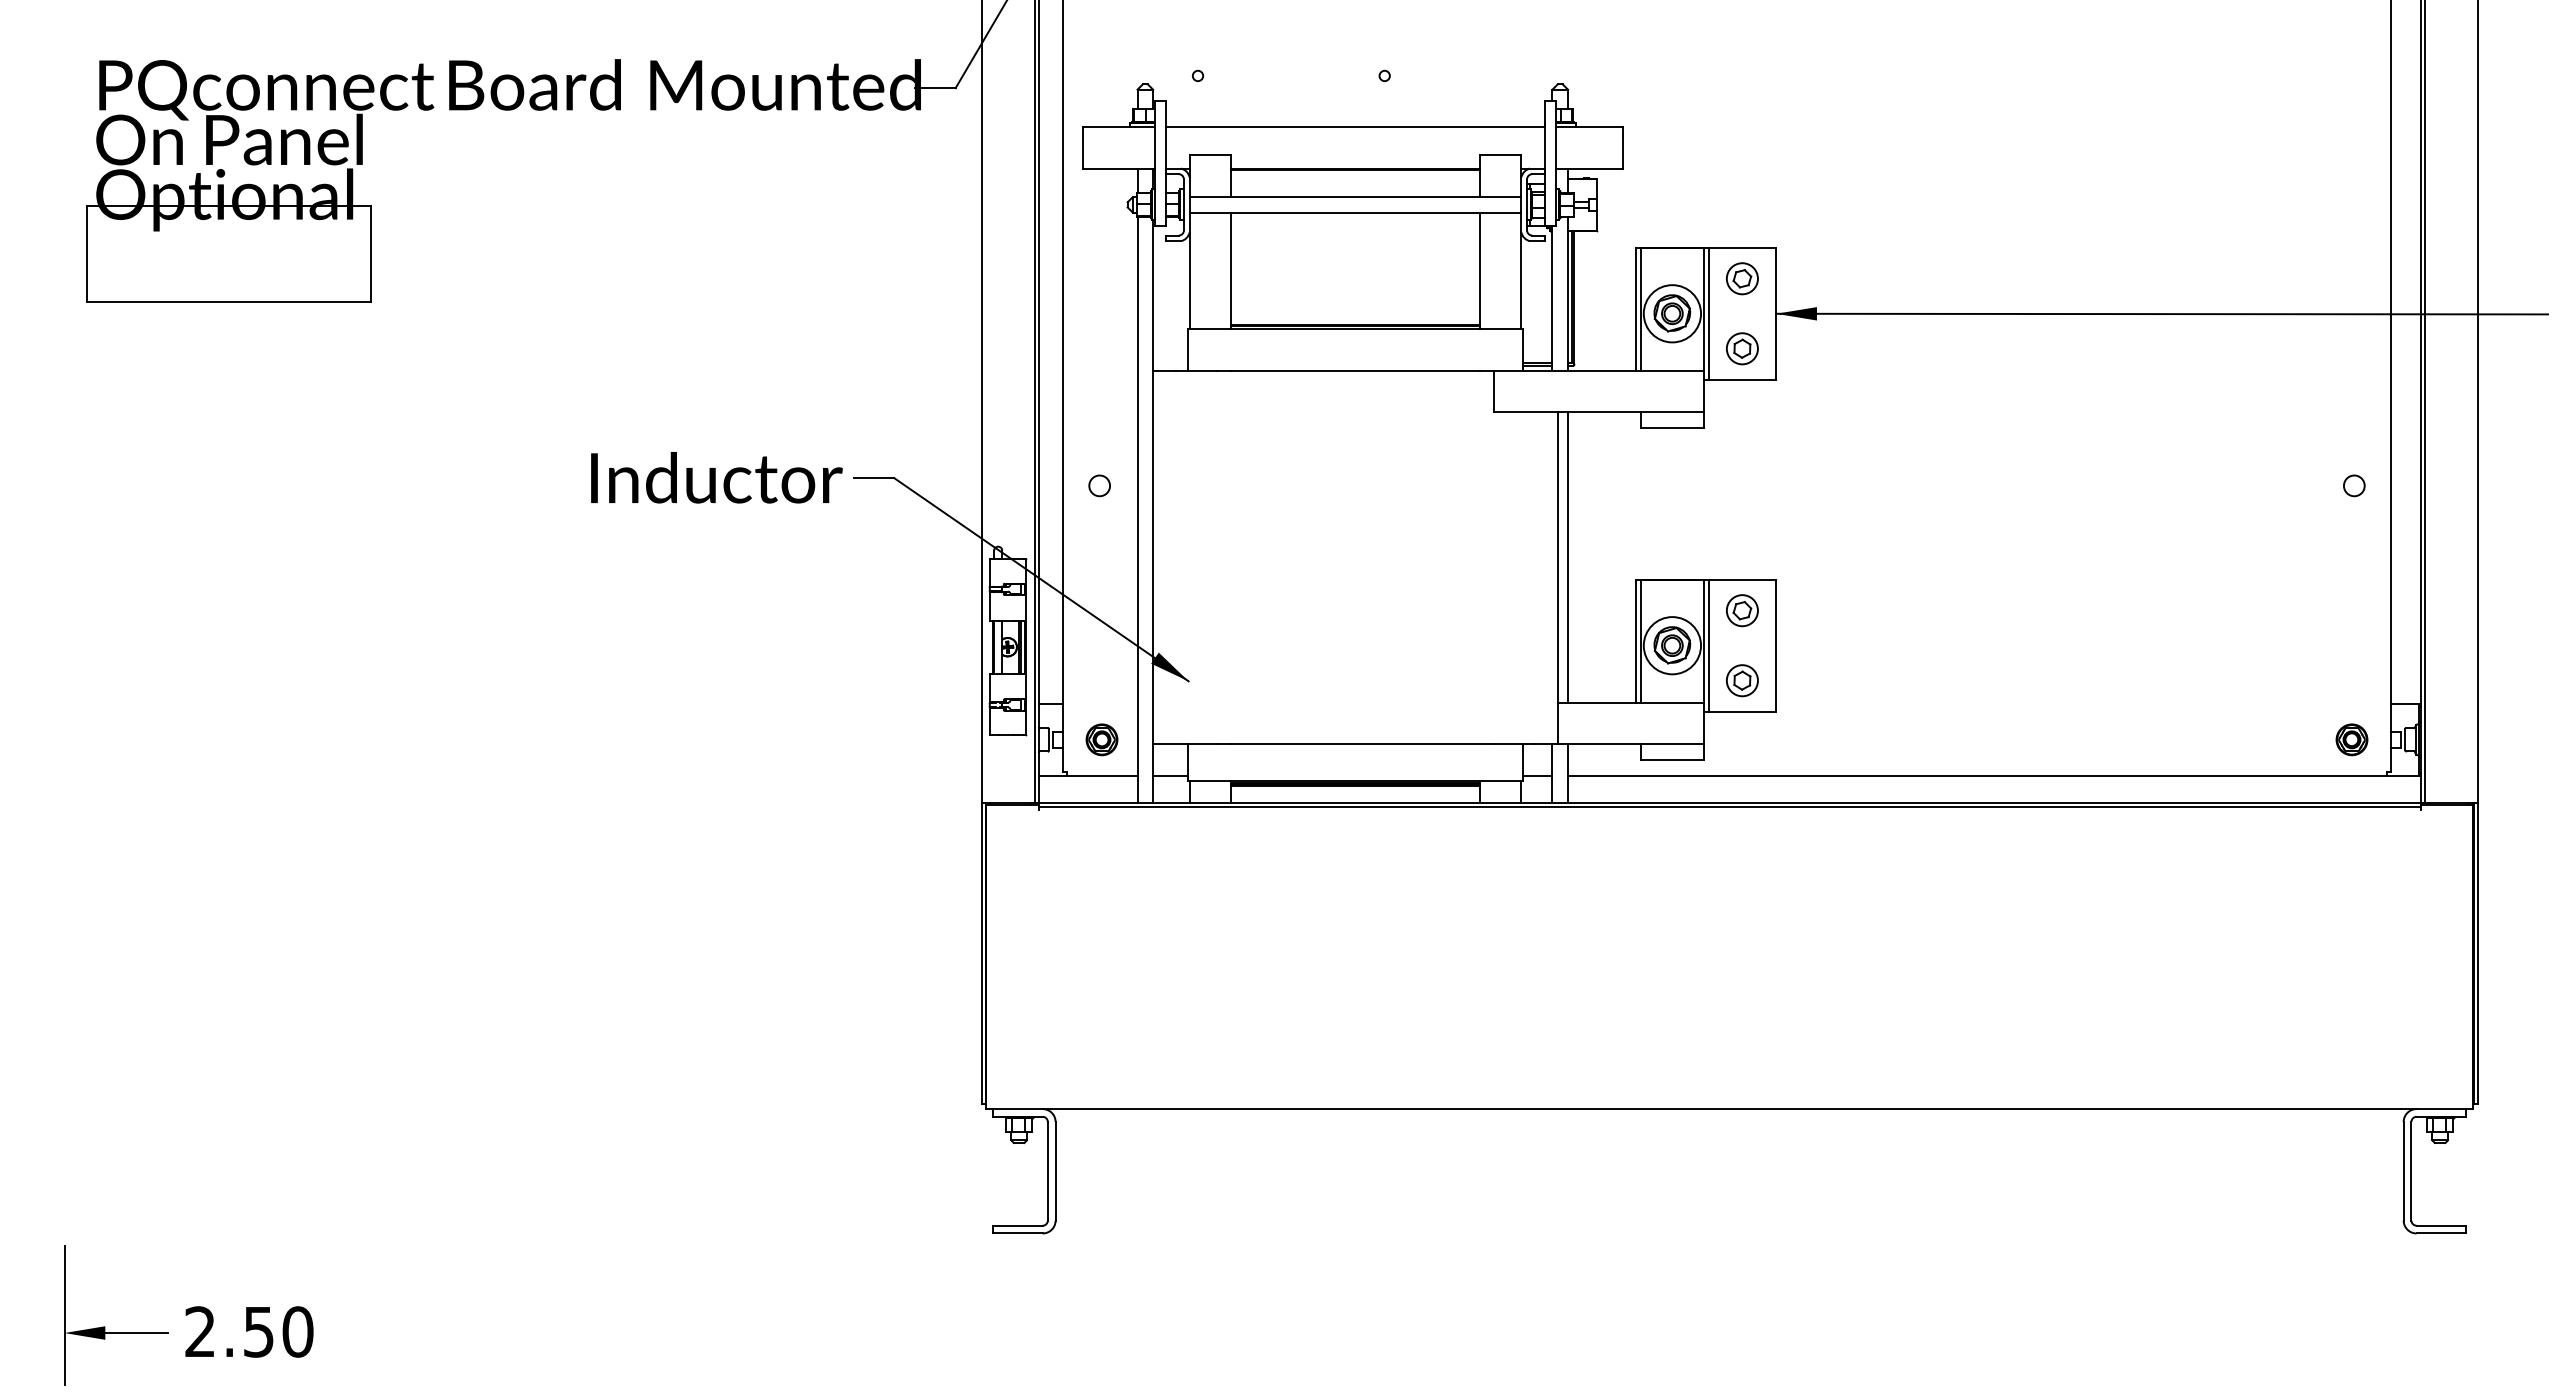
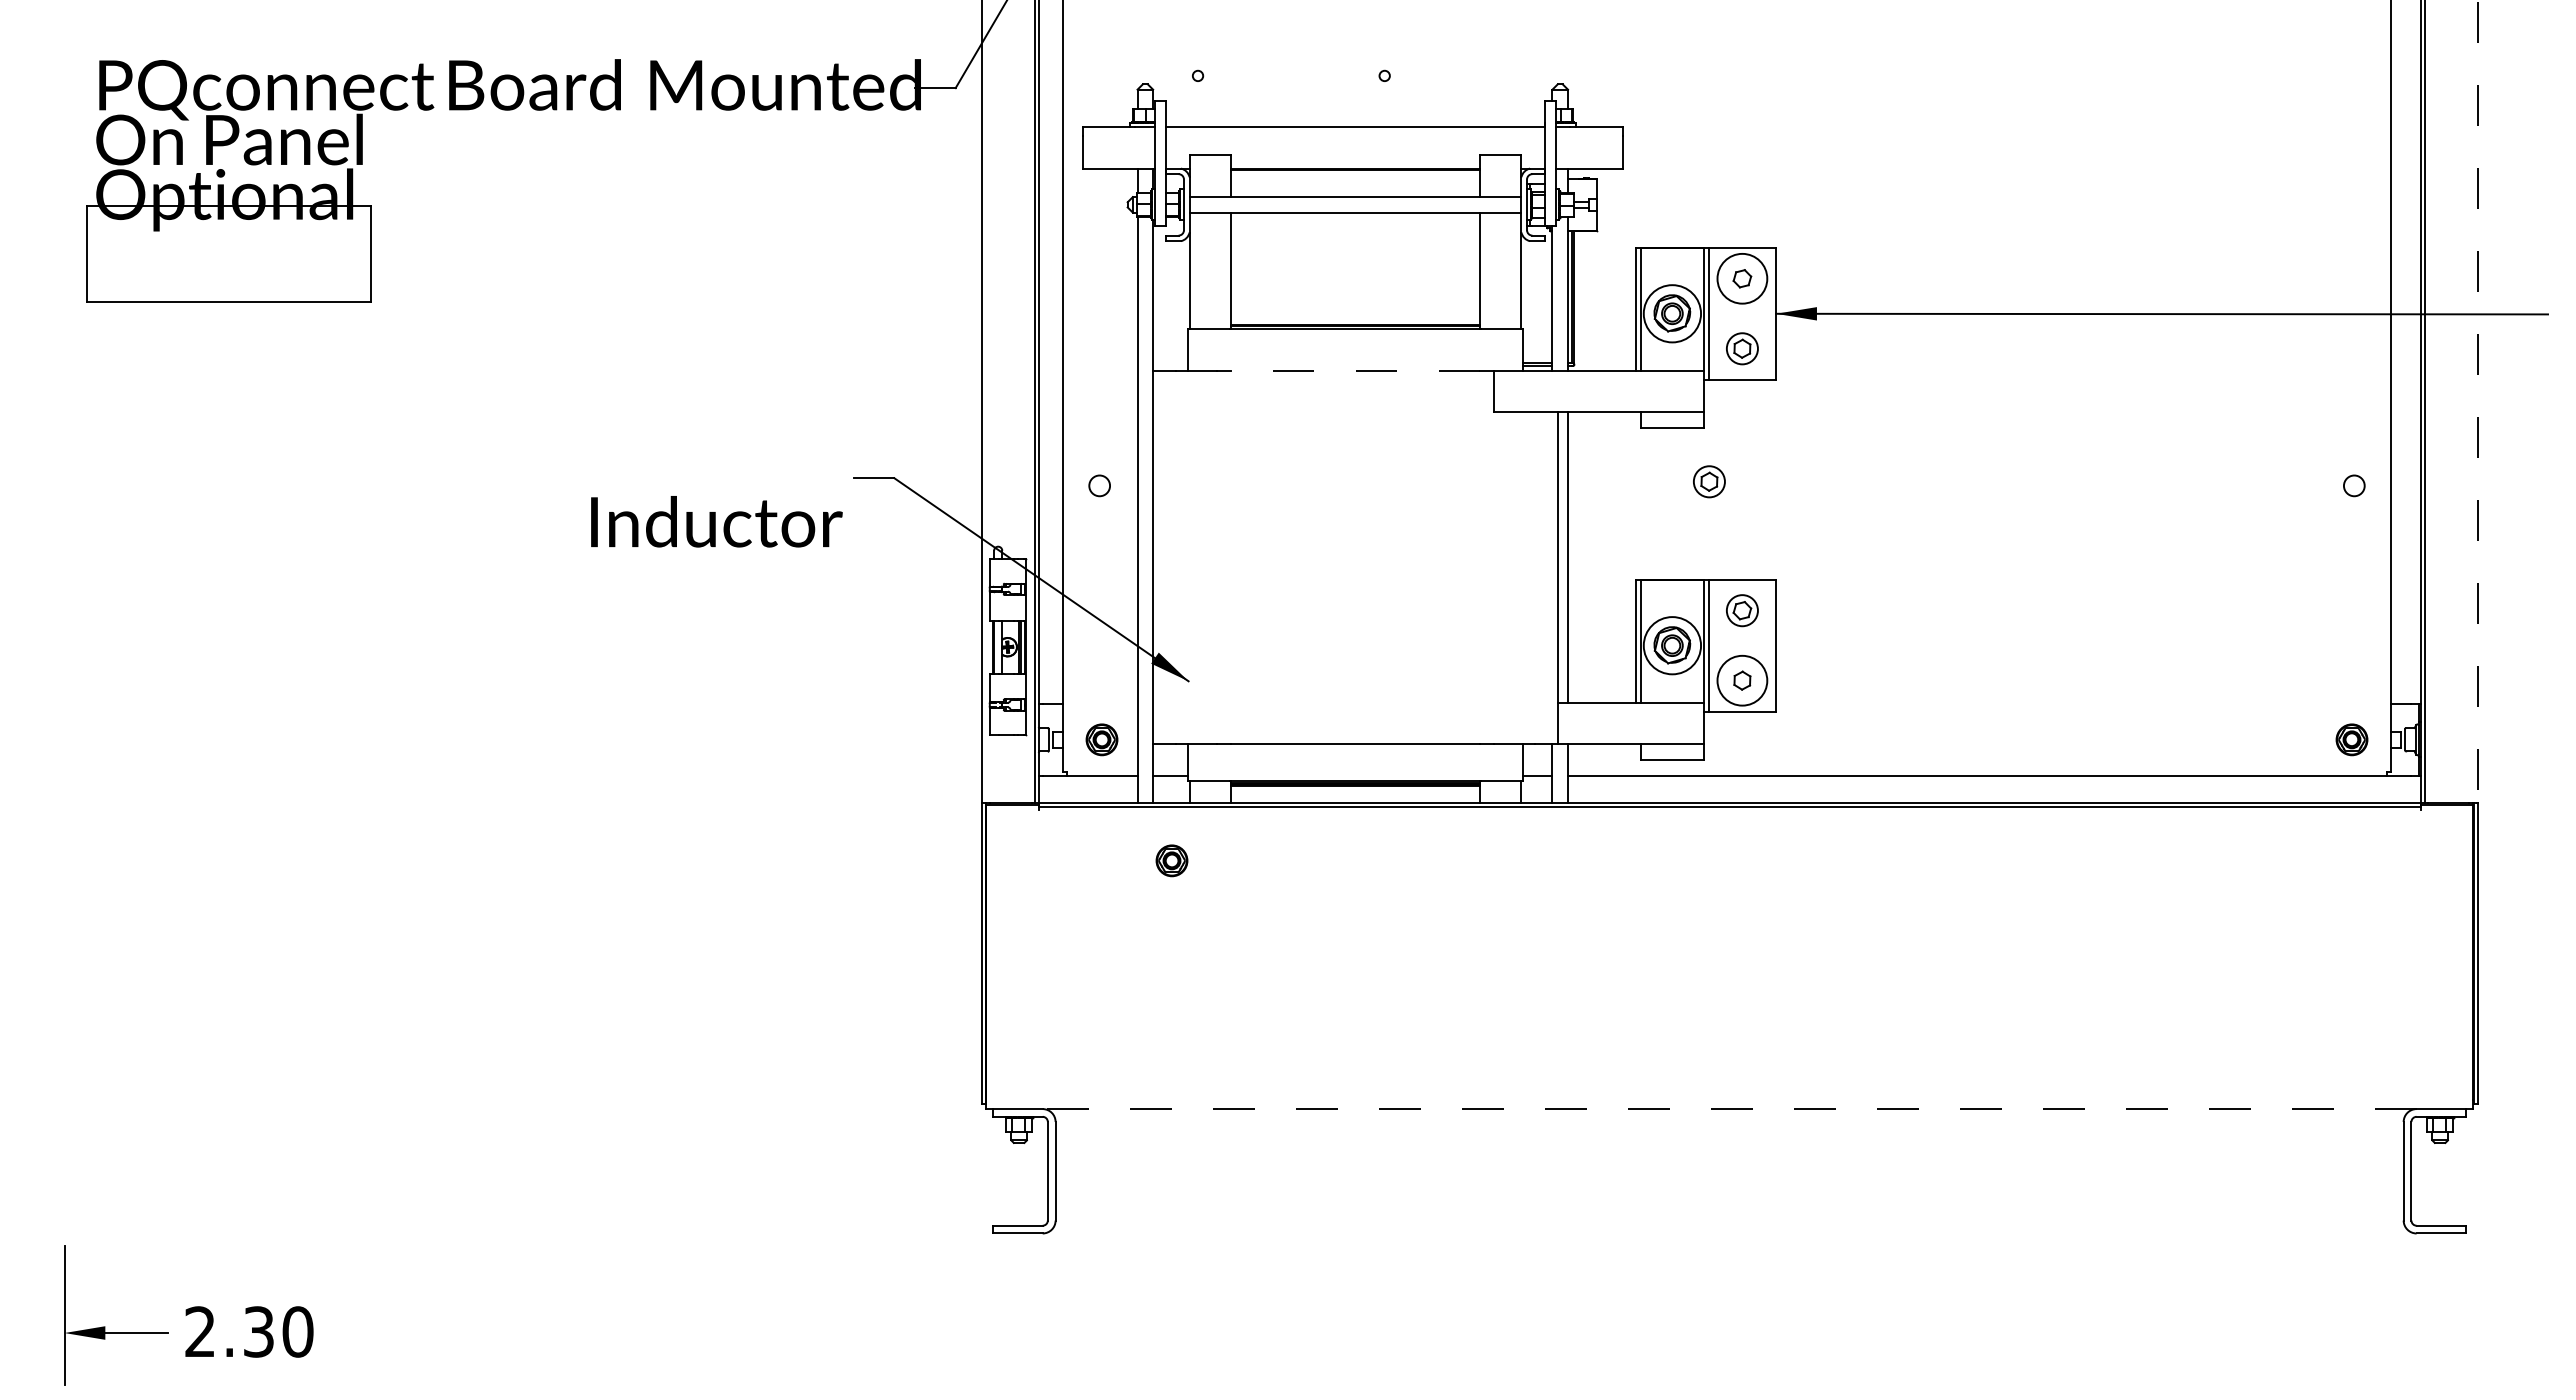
circle at (1741, 278) diameter: 31 px -> 50 px
line at (1355, 370): solid -> dashed
line at (2477, 402): solid -> dashed
text at (716, 477) position: (716, 477) -> (716, 521)
part at (1709, 481): none -> present
circle at (1741, 680) diameter: 31 px -> 50 px
part at (1171, 860): none -> present
line at (1729, 1109): solid -> dashed
text at (258, 1331): 2.50 -> 2.30
